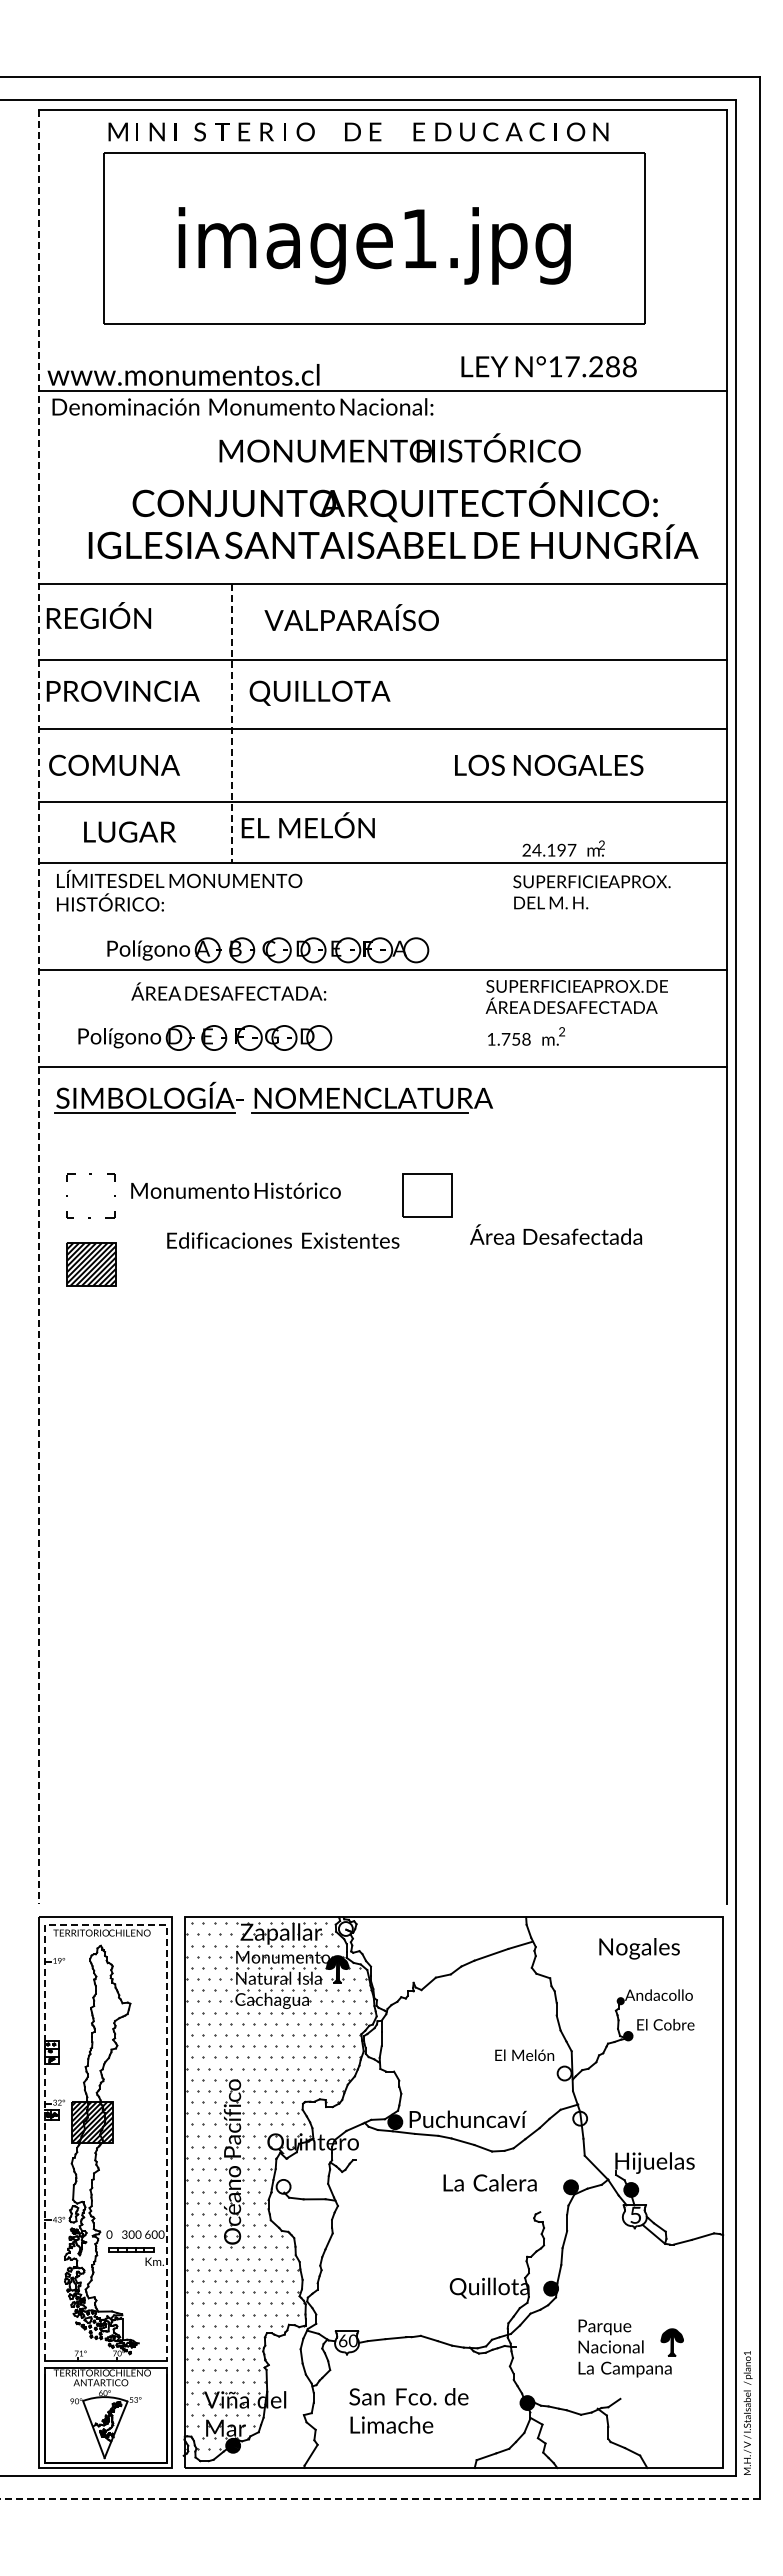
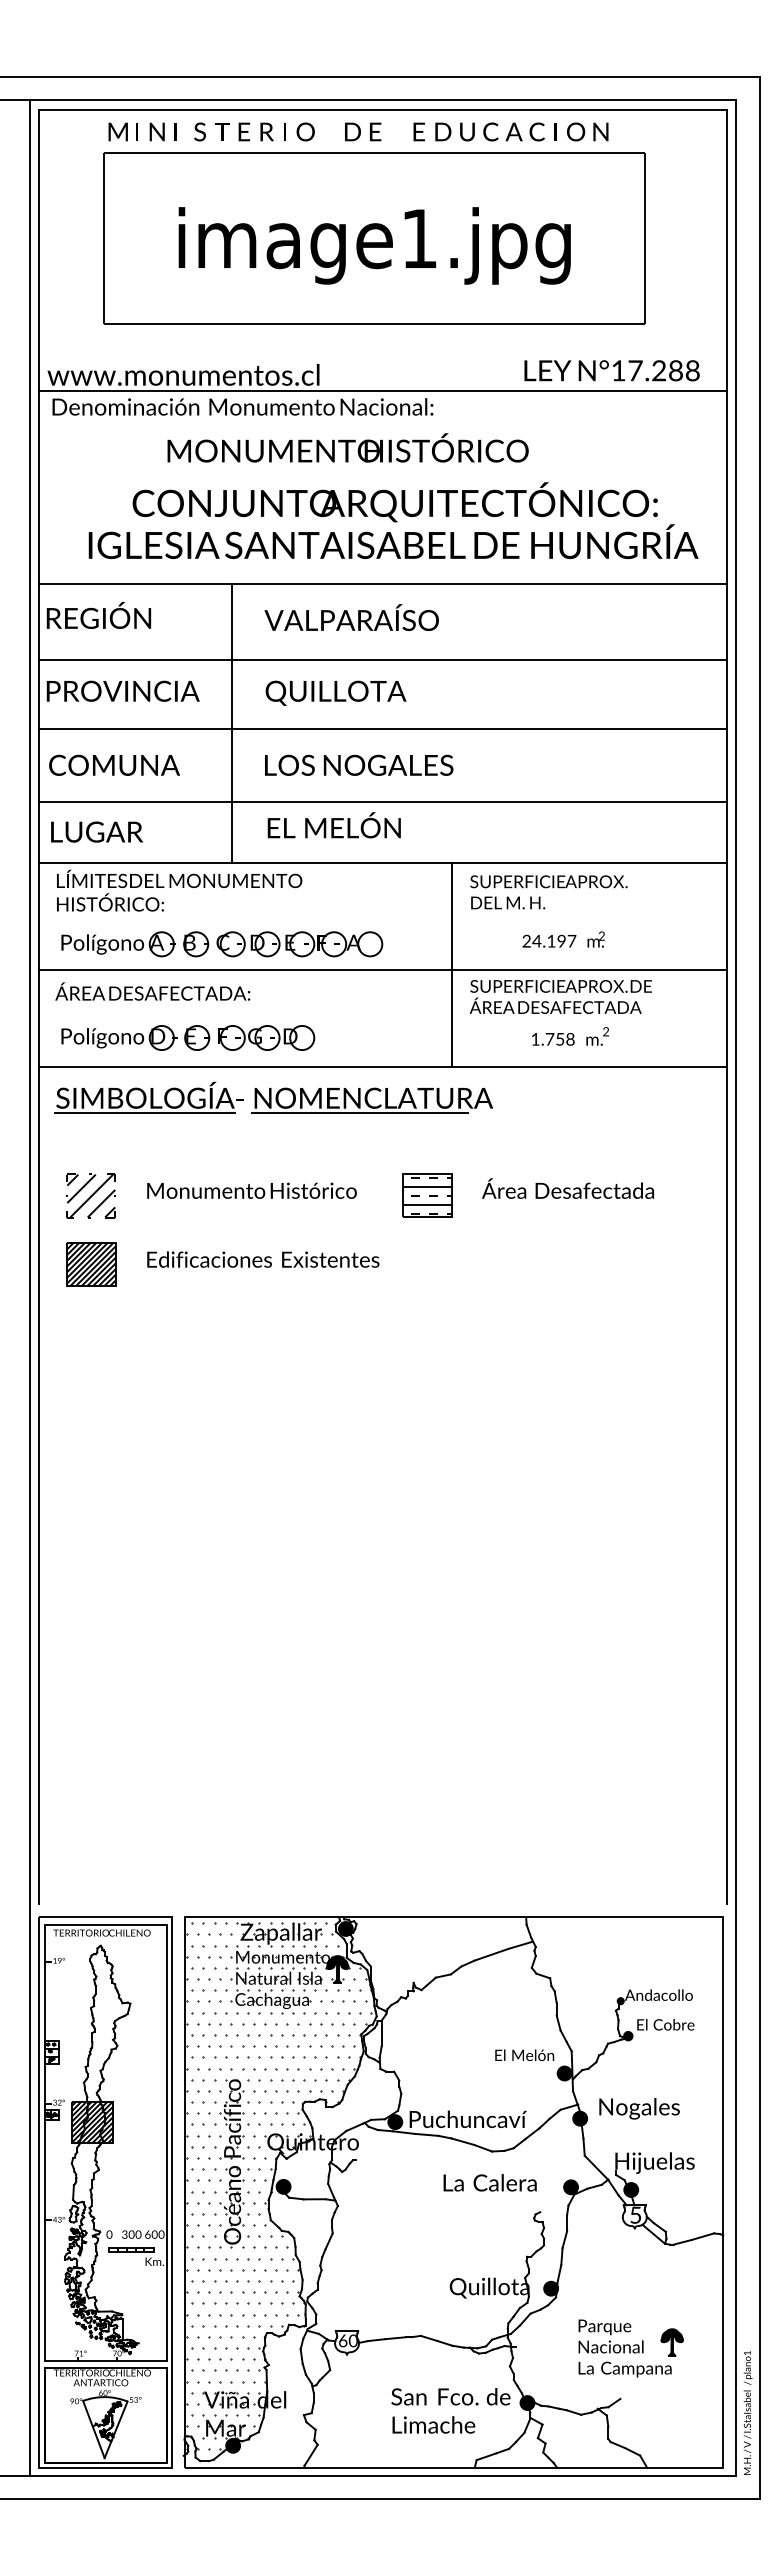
text at (548, 366) position: (548, 366) -> (611, 370)
text at (399, 447) position: (399, 447) -> (347, 447)
text at (319, 692) position: (319, 692) -> (335, 692)
line at (232, 724): dashed -> solid
text at (549, 764) position: (549, 764) -> (359, 764)
text at (307, 825) position: (307, 825) -> (333, 825)
text at (130, 831) position: (130, 831) -> (97, 831)
text at (563, 848) position: (563, 848) -> (563, 939)
text at (591, 892) position: (591, 892) -> (548, 892)
part at (268, 950) position: (268, 950) -> (222, 944)
line at (451, 964): none -> present
text at (228, 991) position: (228, 991) -> (152, 991)
text at (576, 996) position: (576, 996) -> (560, 996)
line at (39, 1007): dashed -> solid
text at (526, 1036) position: (526, 1036) -> (570, 1036)
part at (205, 1037) position: (205, 1037) -> (188, 1037)
text at (235, 1190) position: (235, 1190) -> (251, 1190)
hatch at (91, 1195): none -> present
hatch at (427, 1195): none -> present
text at (555, 1234) position: (555, 1234) -> (567, 1188)
text at (283, 1240) position: (283, 1240) -> (263, 1259)
line at (29, 1287): none -> present
line at (105, 1925): dashed -> solid
fill at (345, 1928): none -> present
text at (639, 1948) position: (639, 1948) -> (639, 2108)
fill at (564, 2073): none -> present
fill at (580, 2118): none -> present
fill at (283, 2186): none -> present
text at (408, 2410) position: (408, 2410) -> (450, 2410)
line at (379, 2498): dashed -> solid
